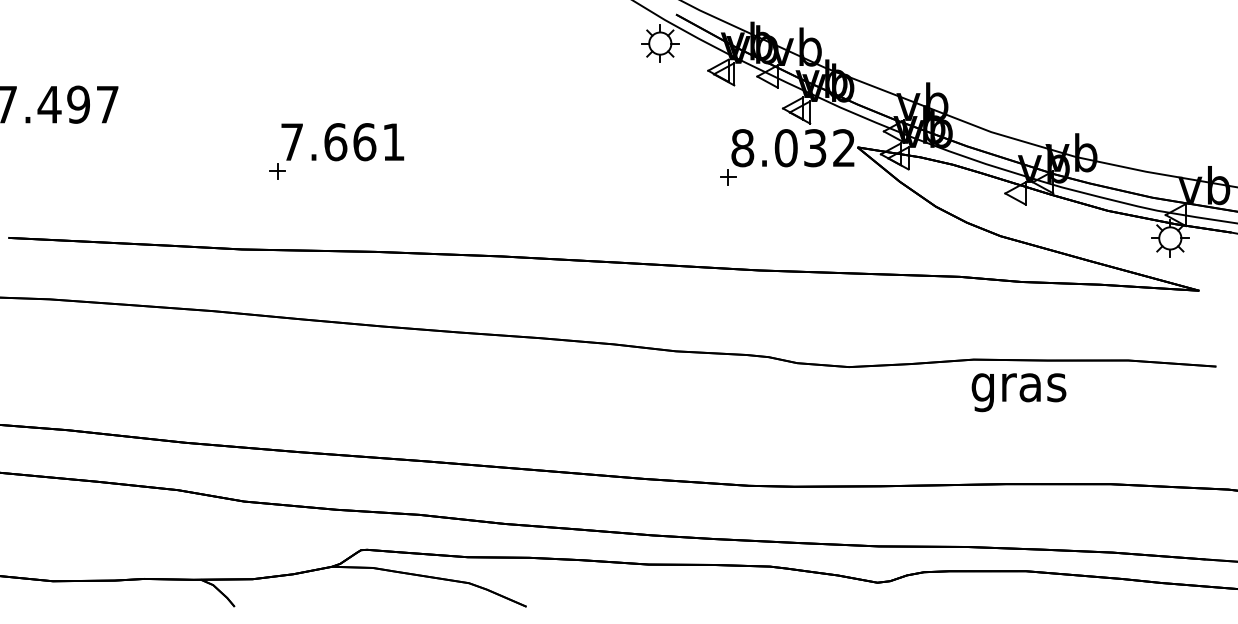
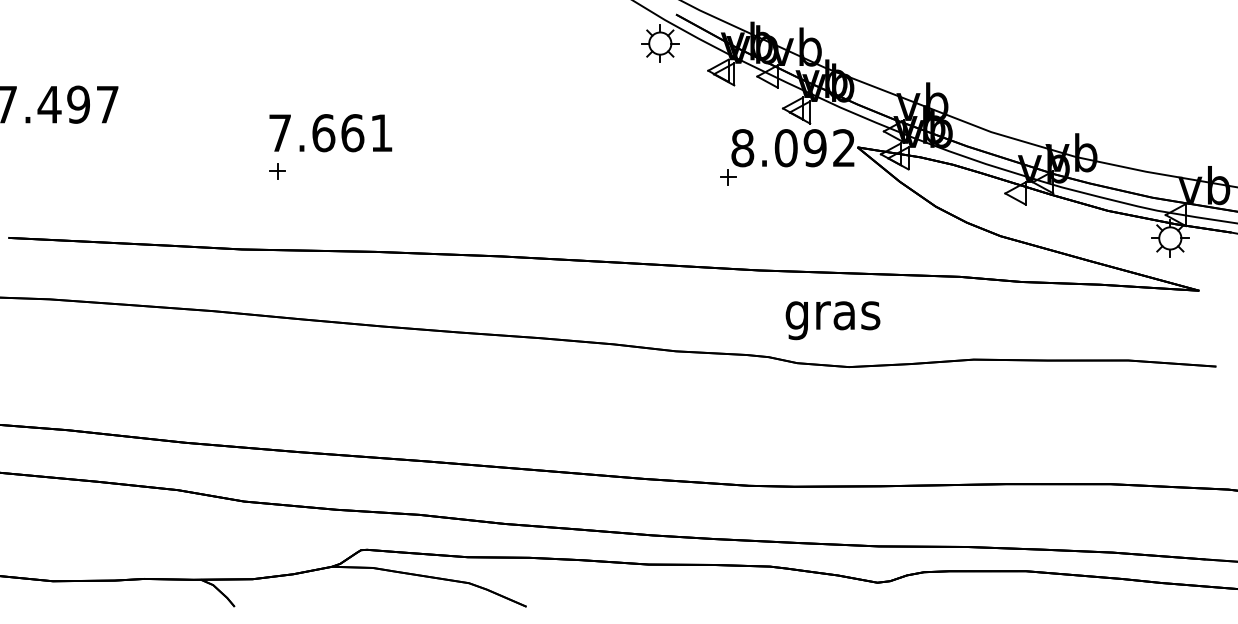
text at (342, 142) position: (342, 142) -> (330, 133)
text at (814, 148): 8.032 -> 8.092
text at (1018, 392) position: (1018, 392) -> (832, 320)
